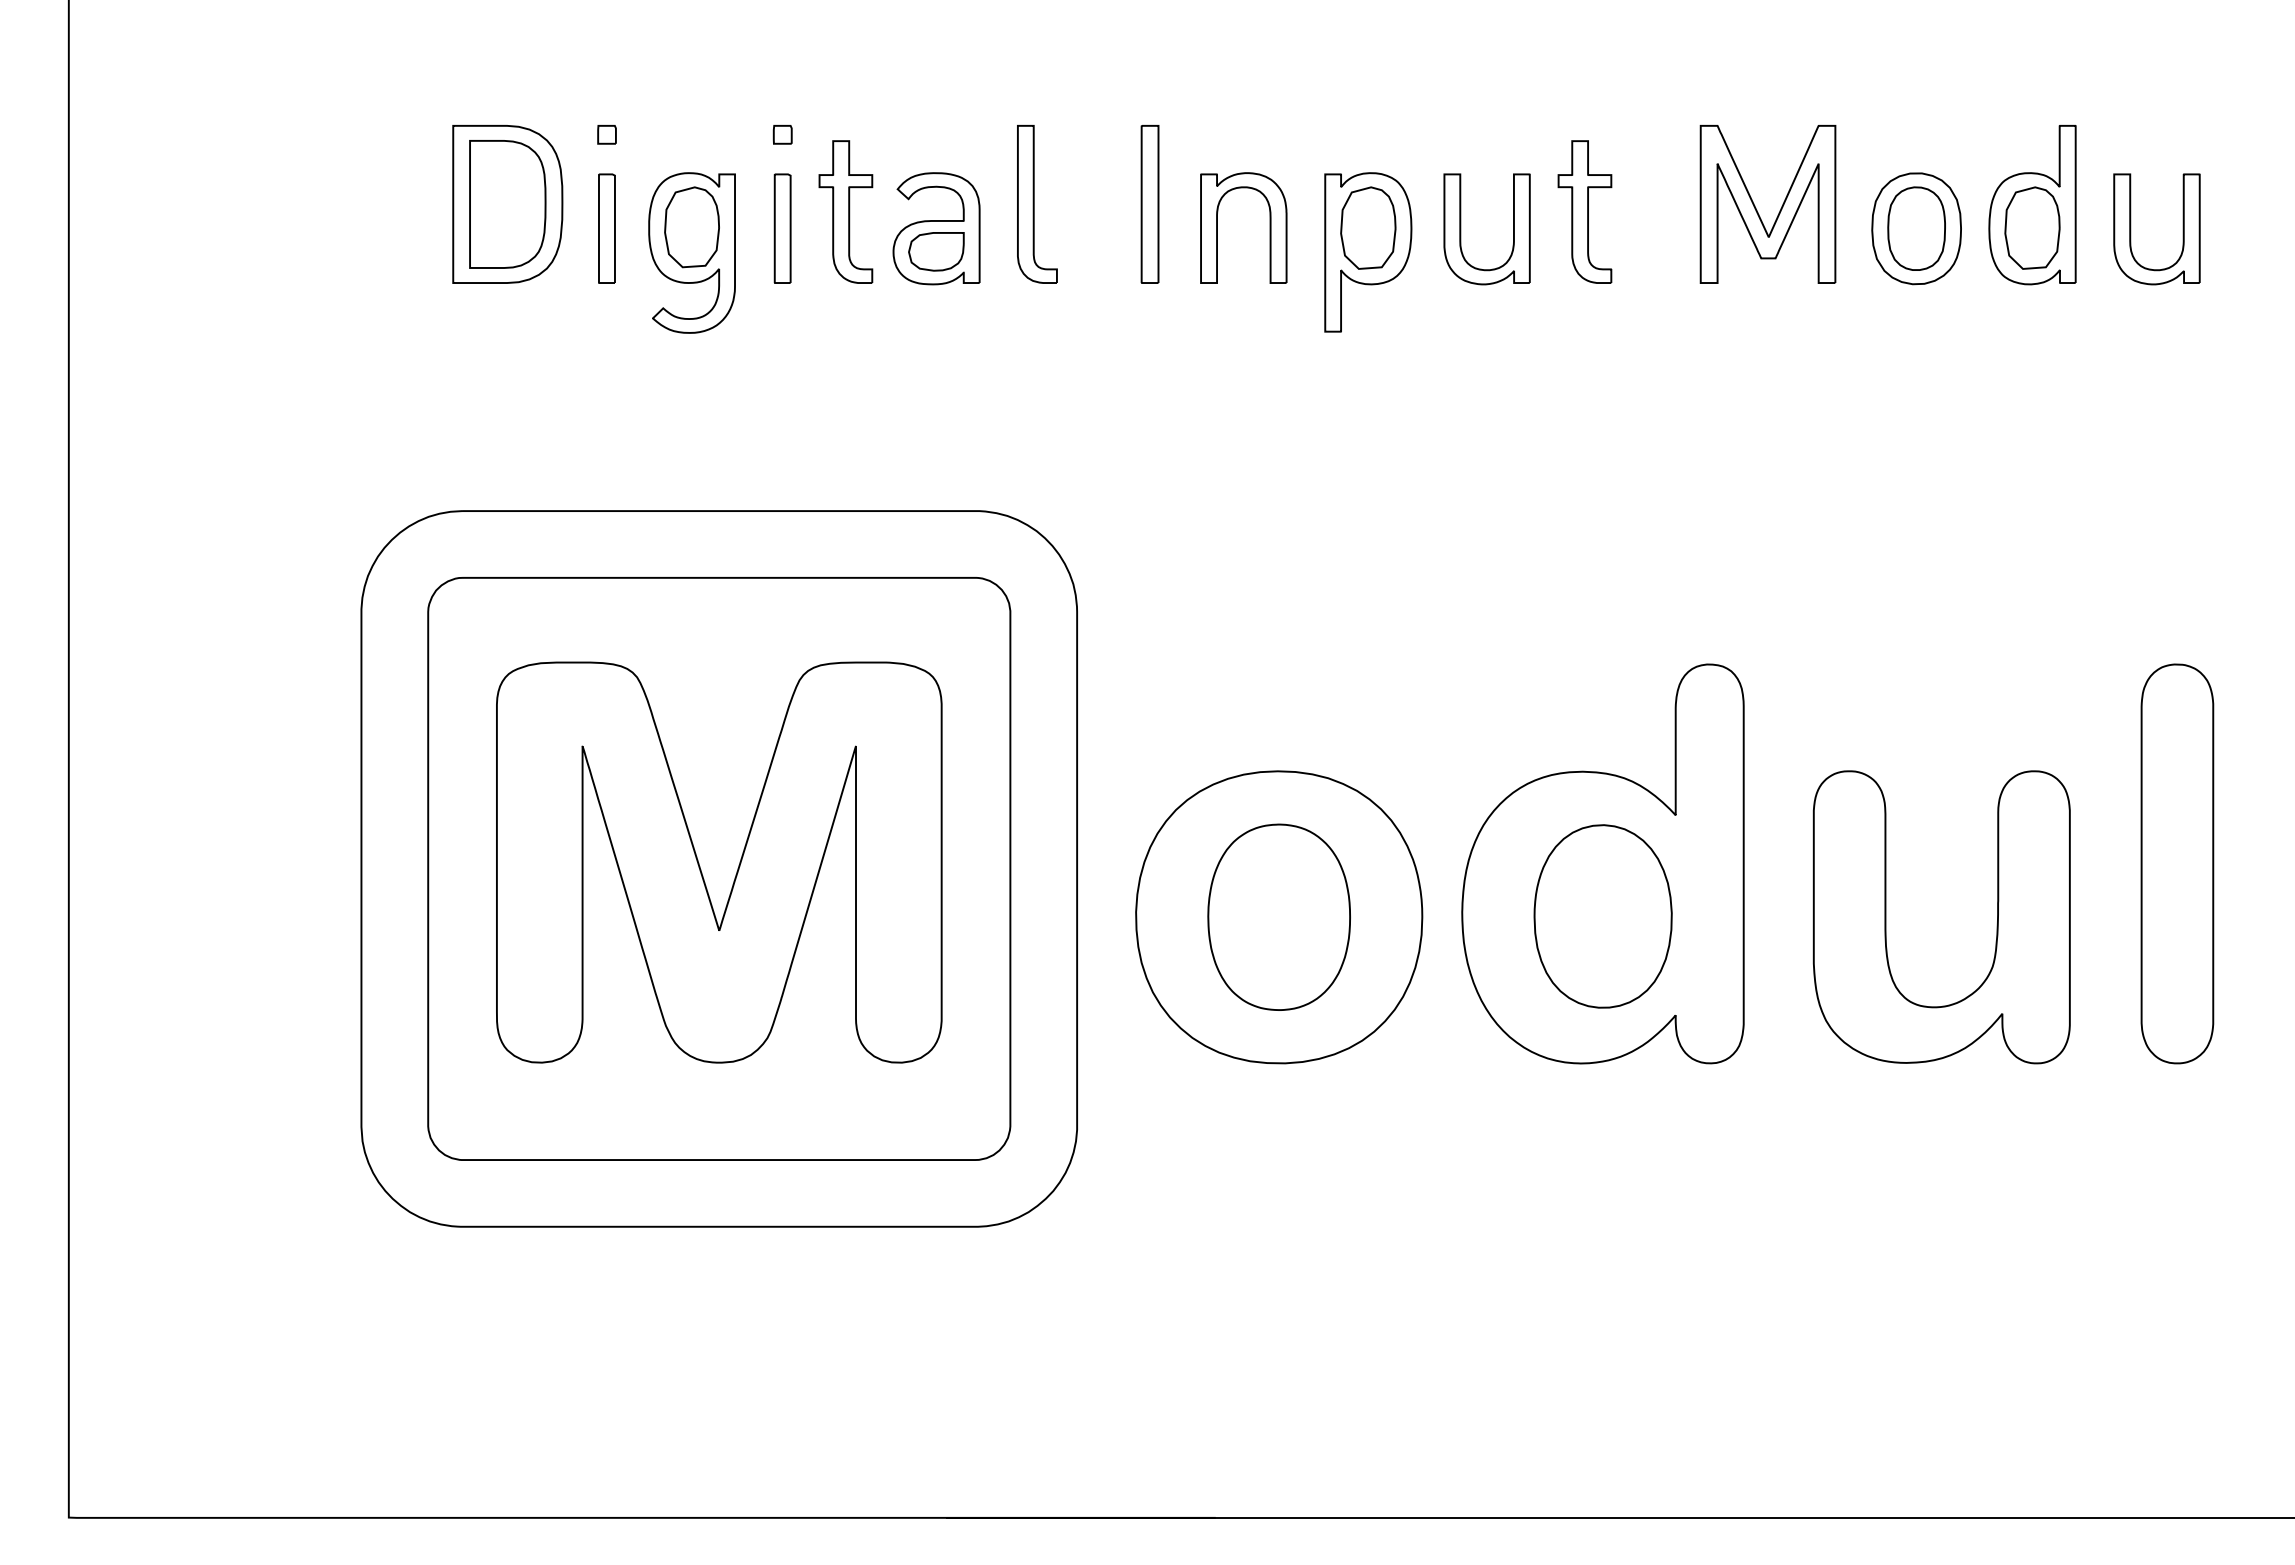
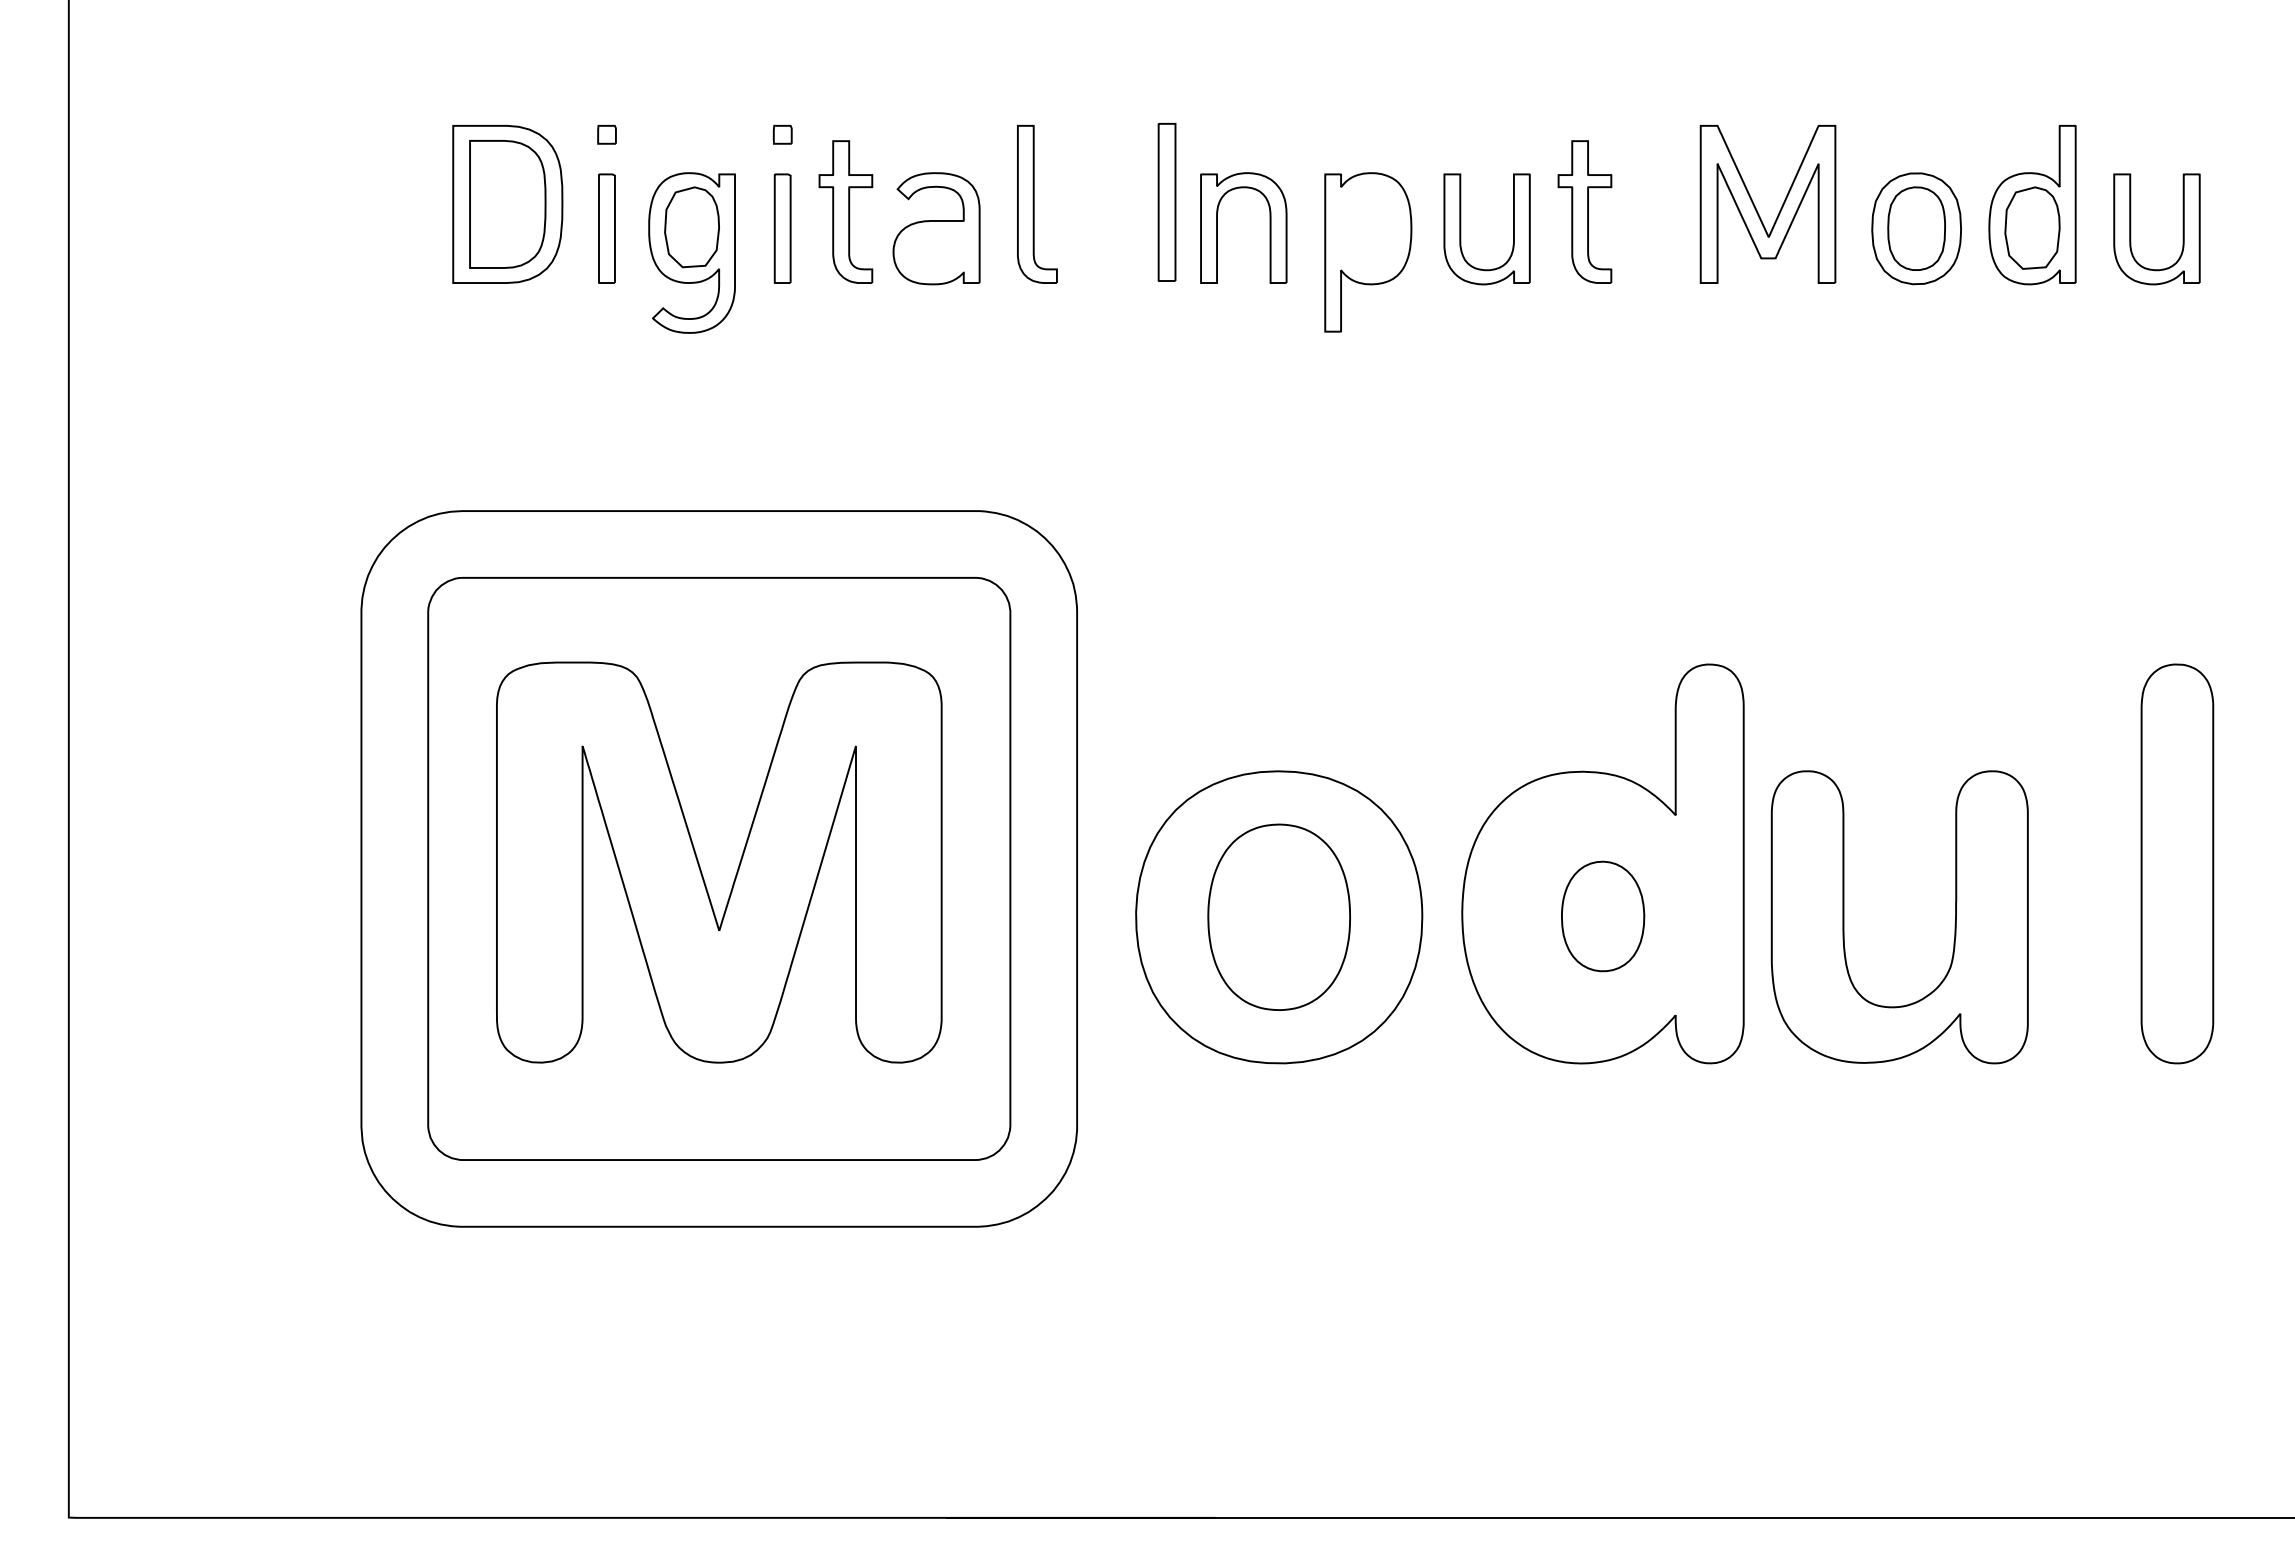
part at (1149, 204) position: (1149, 204) -> (1166, 202)
part at (1368, 227): present -> none
part at (936, 251): present -> none
part at (1602, 916) size: 140x185 px -> 85x113 px
part at (1886, 917) position: (1886, 917) -> (1844, 917)
